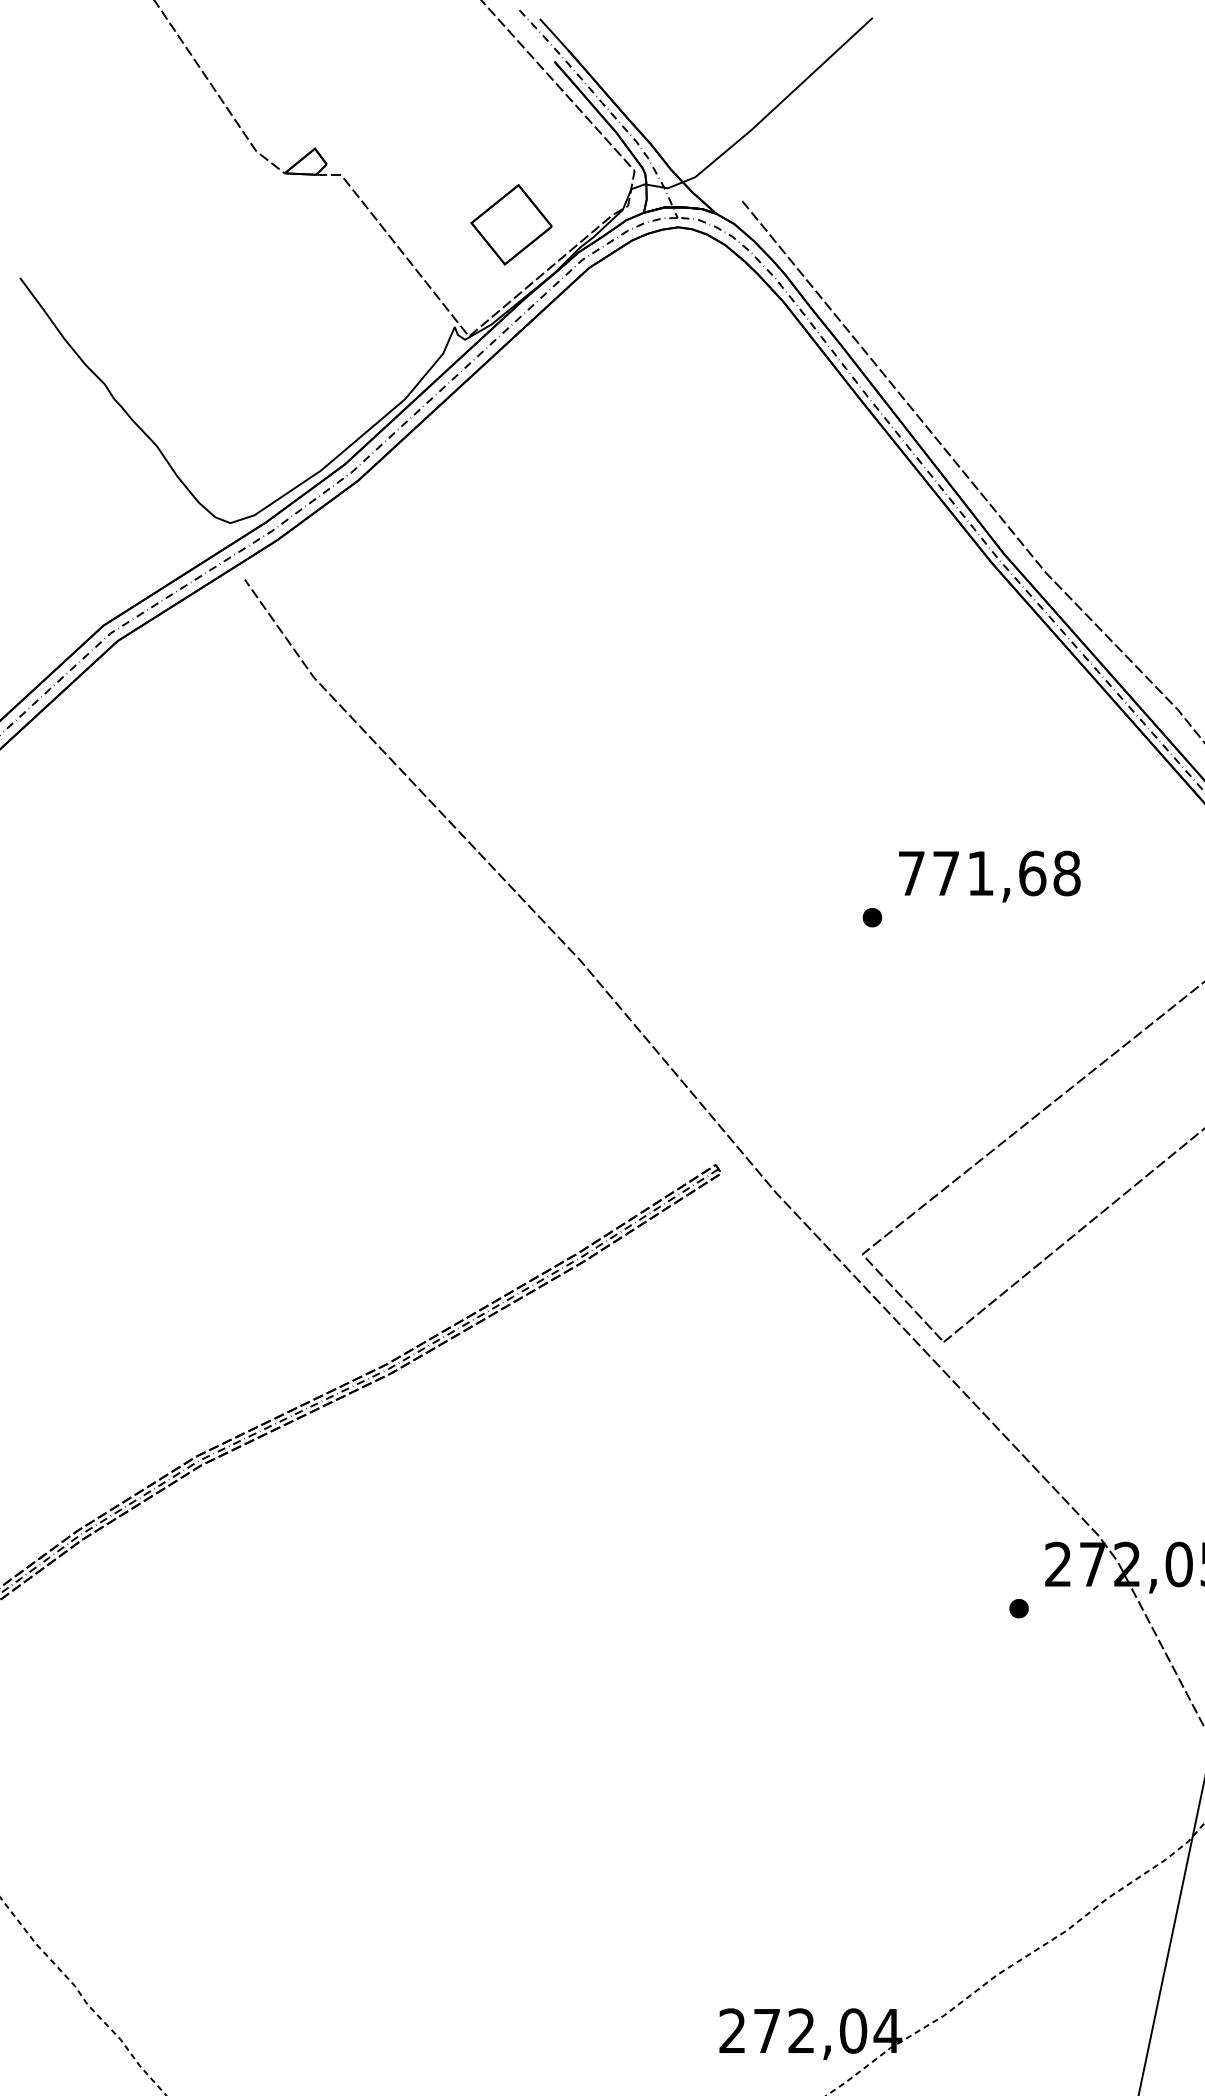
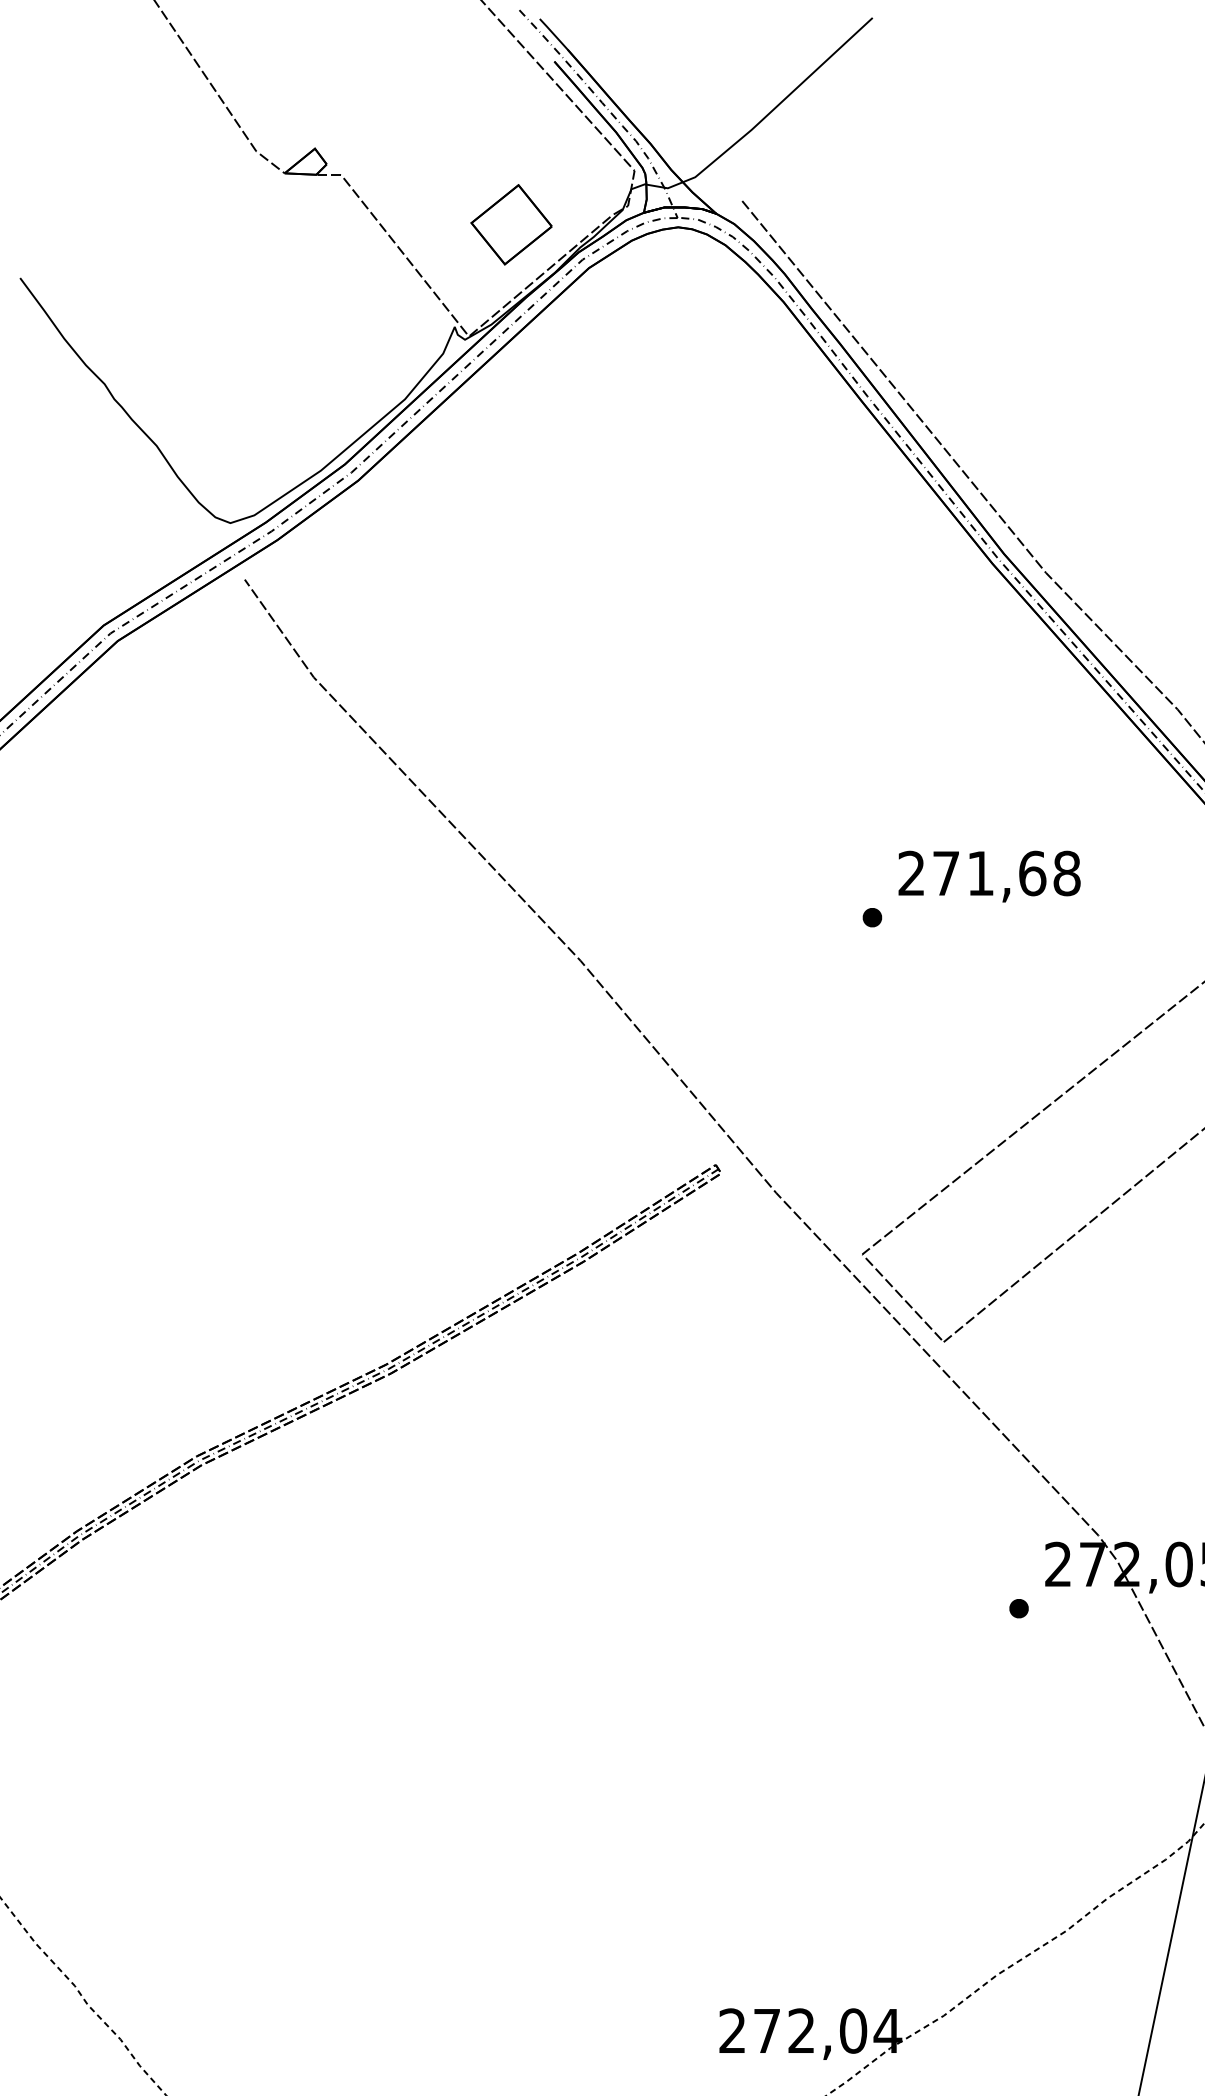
text at (911, 872): 771,68 -> 271,68
